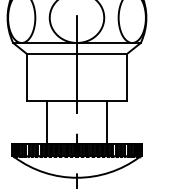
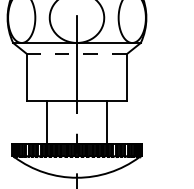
line at (77, 54): solid -> dashed
